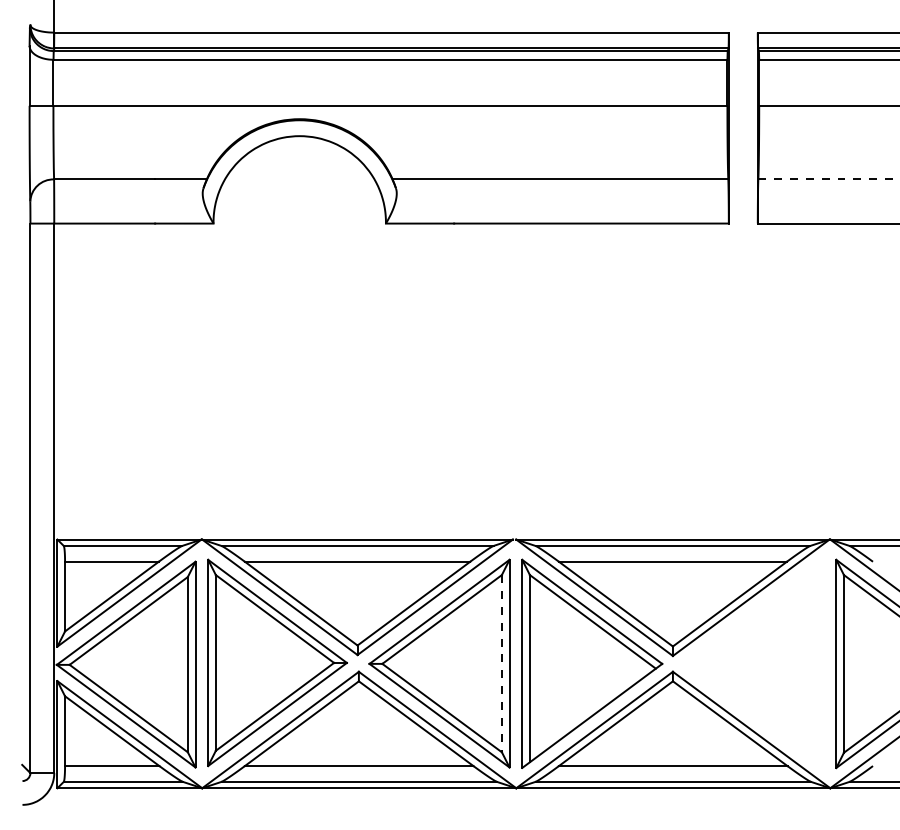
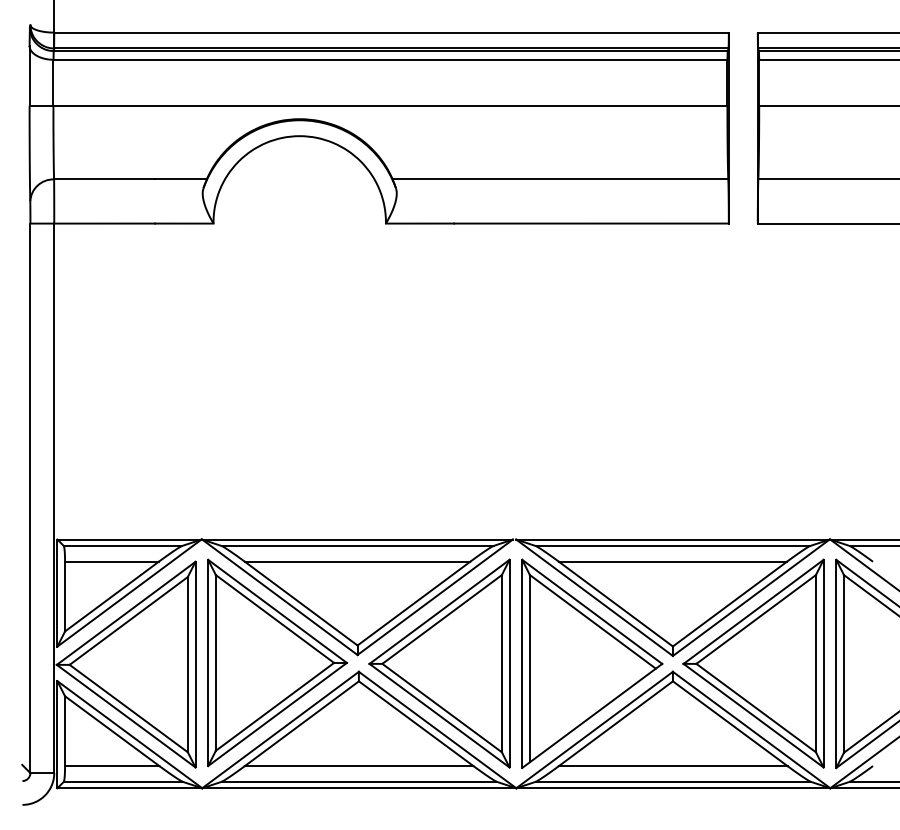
line at (828, 179): dashed -> solid
line at (501, 663): dashed -> solid
part at (753, 663): none -> present
